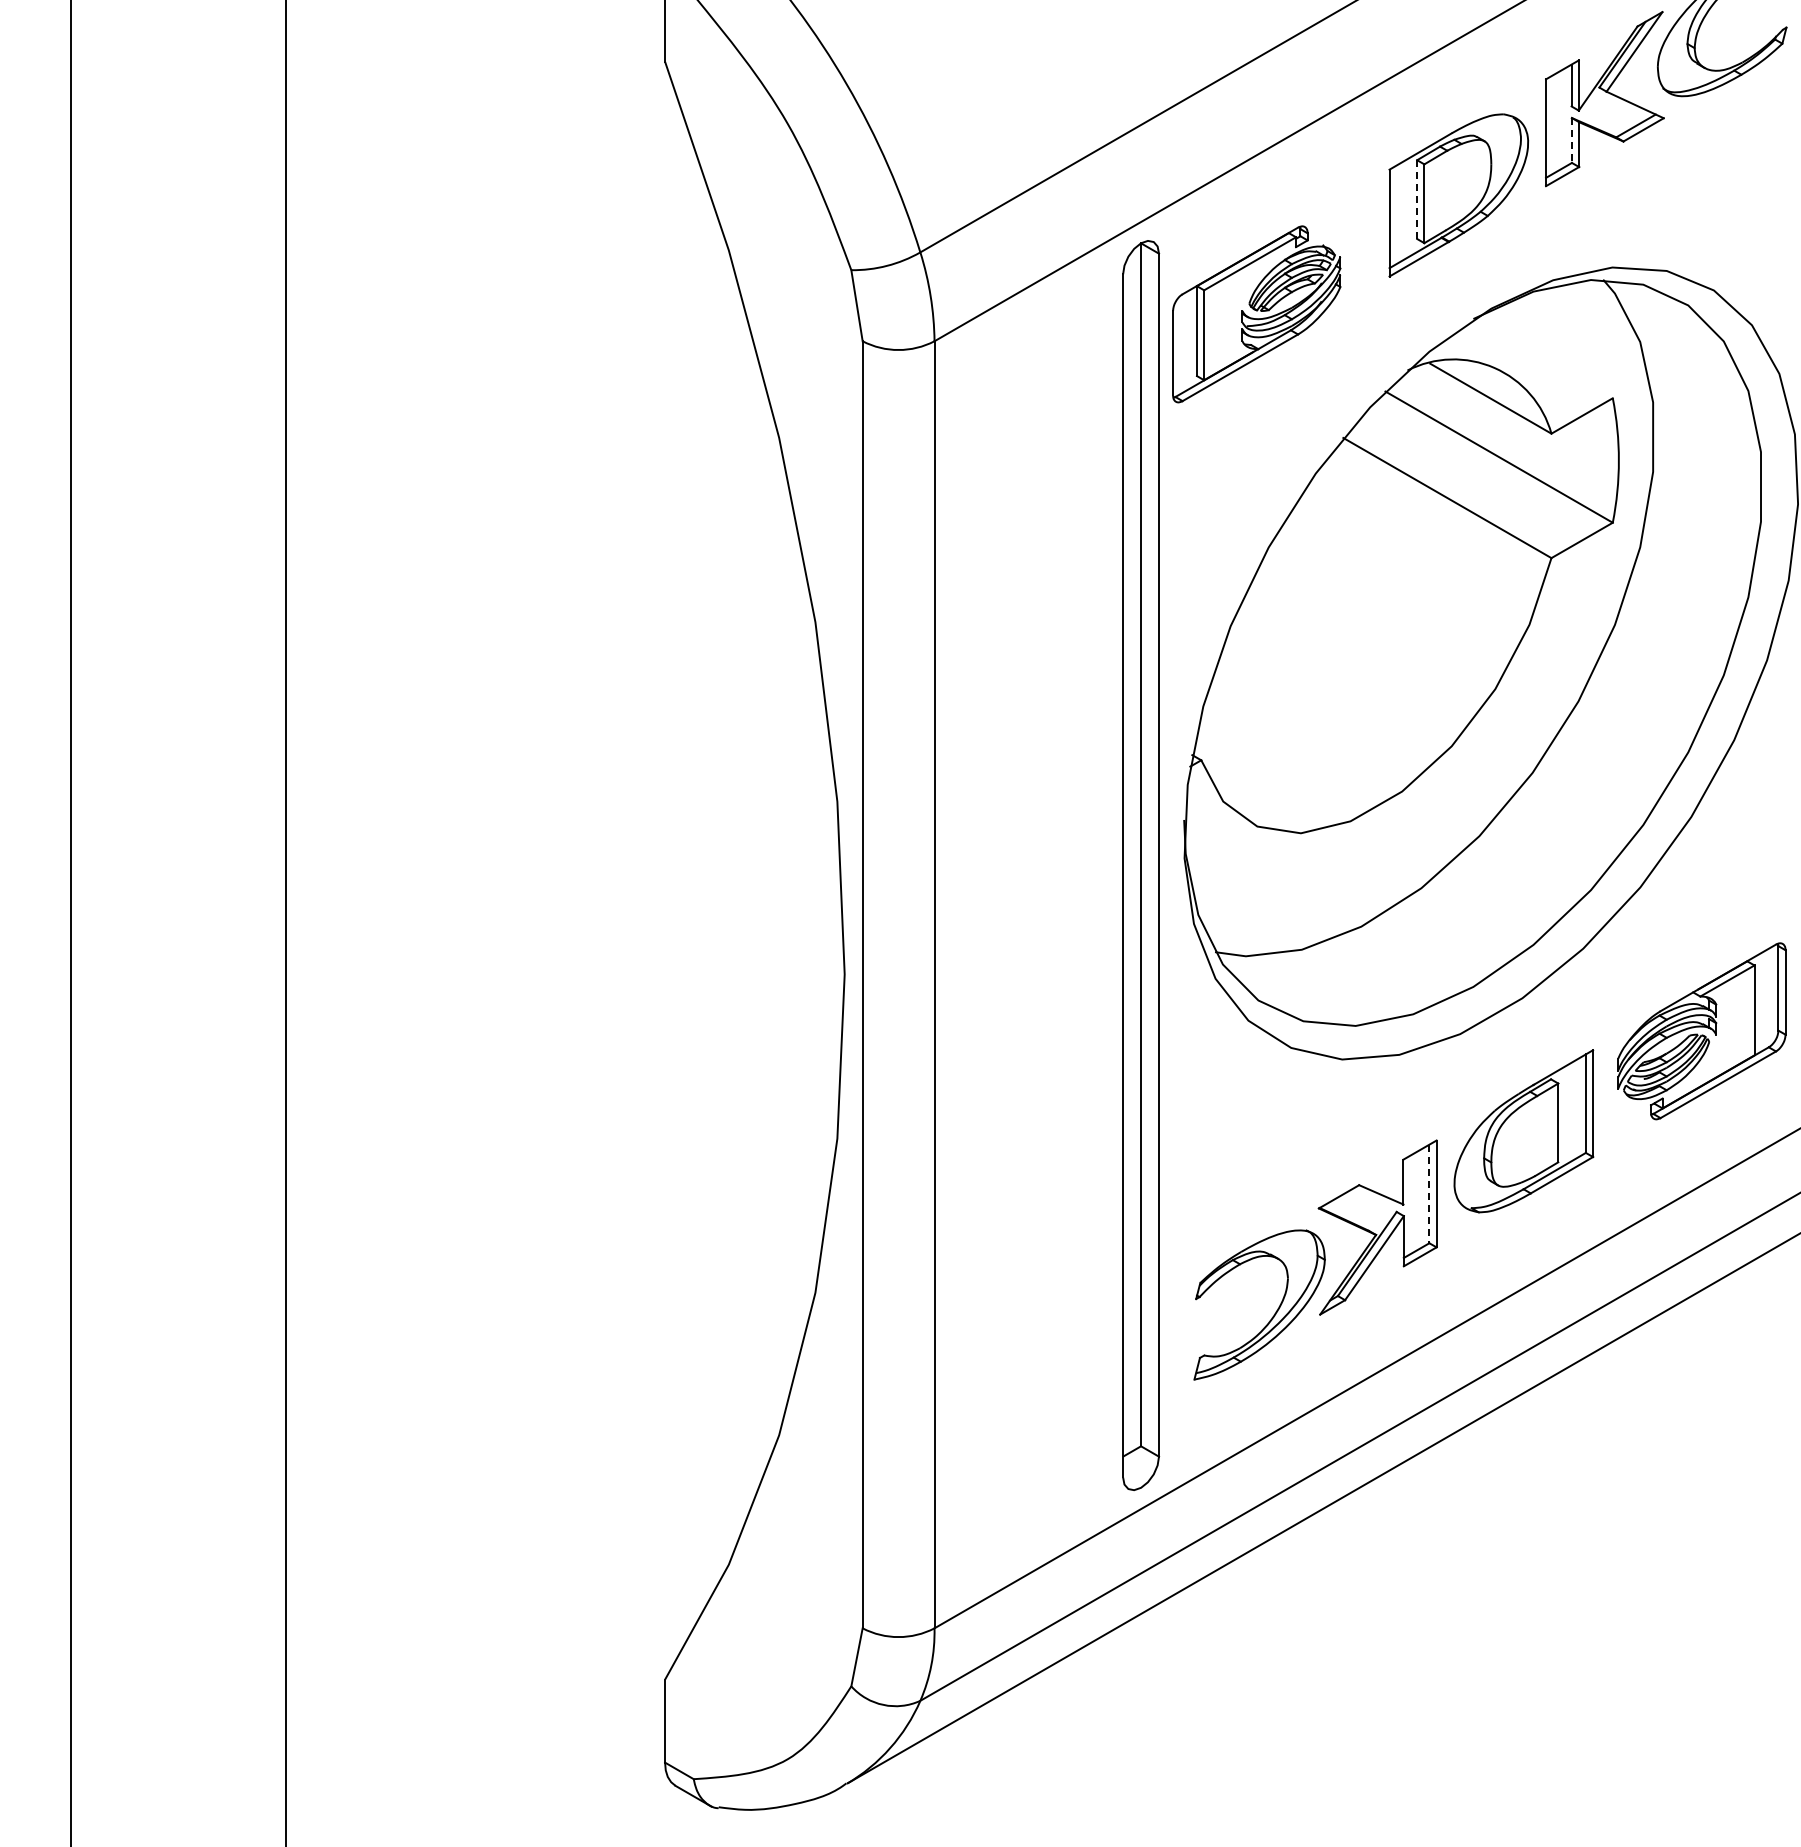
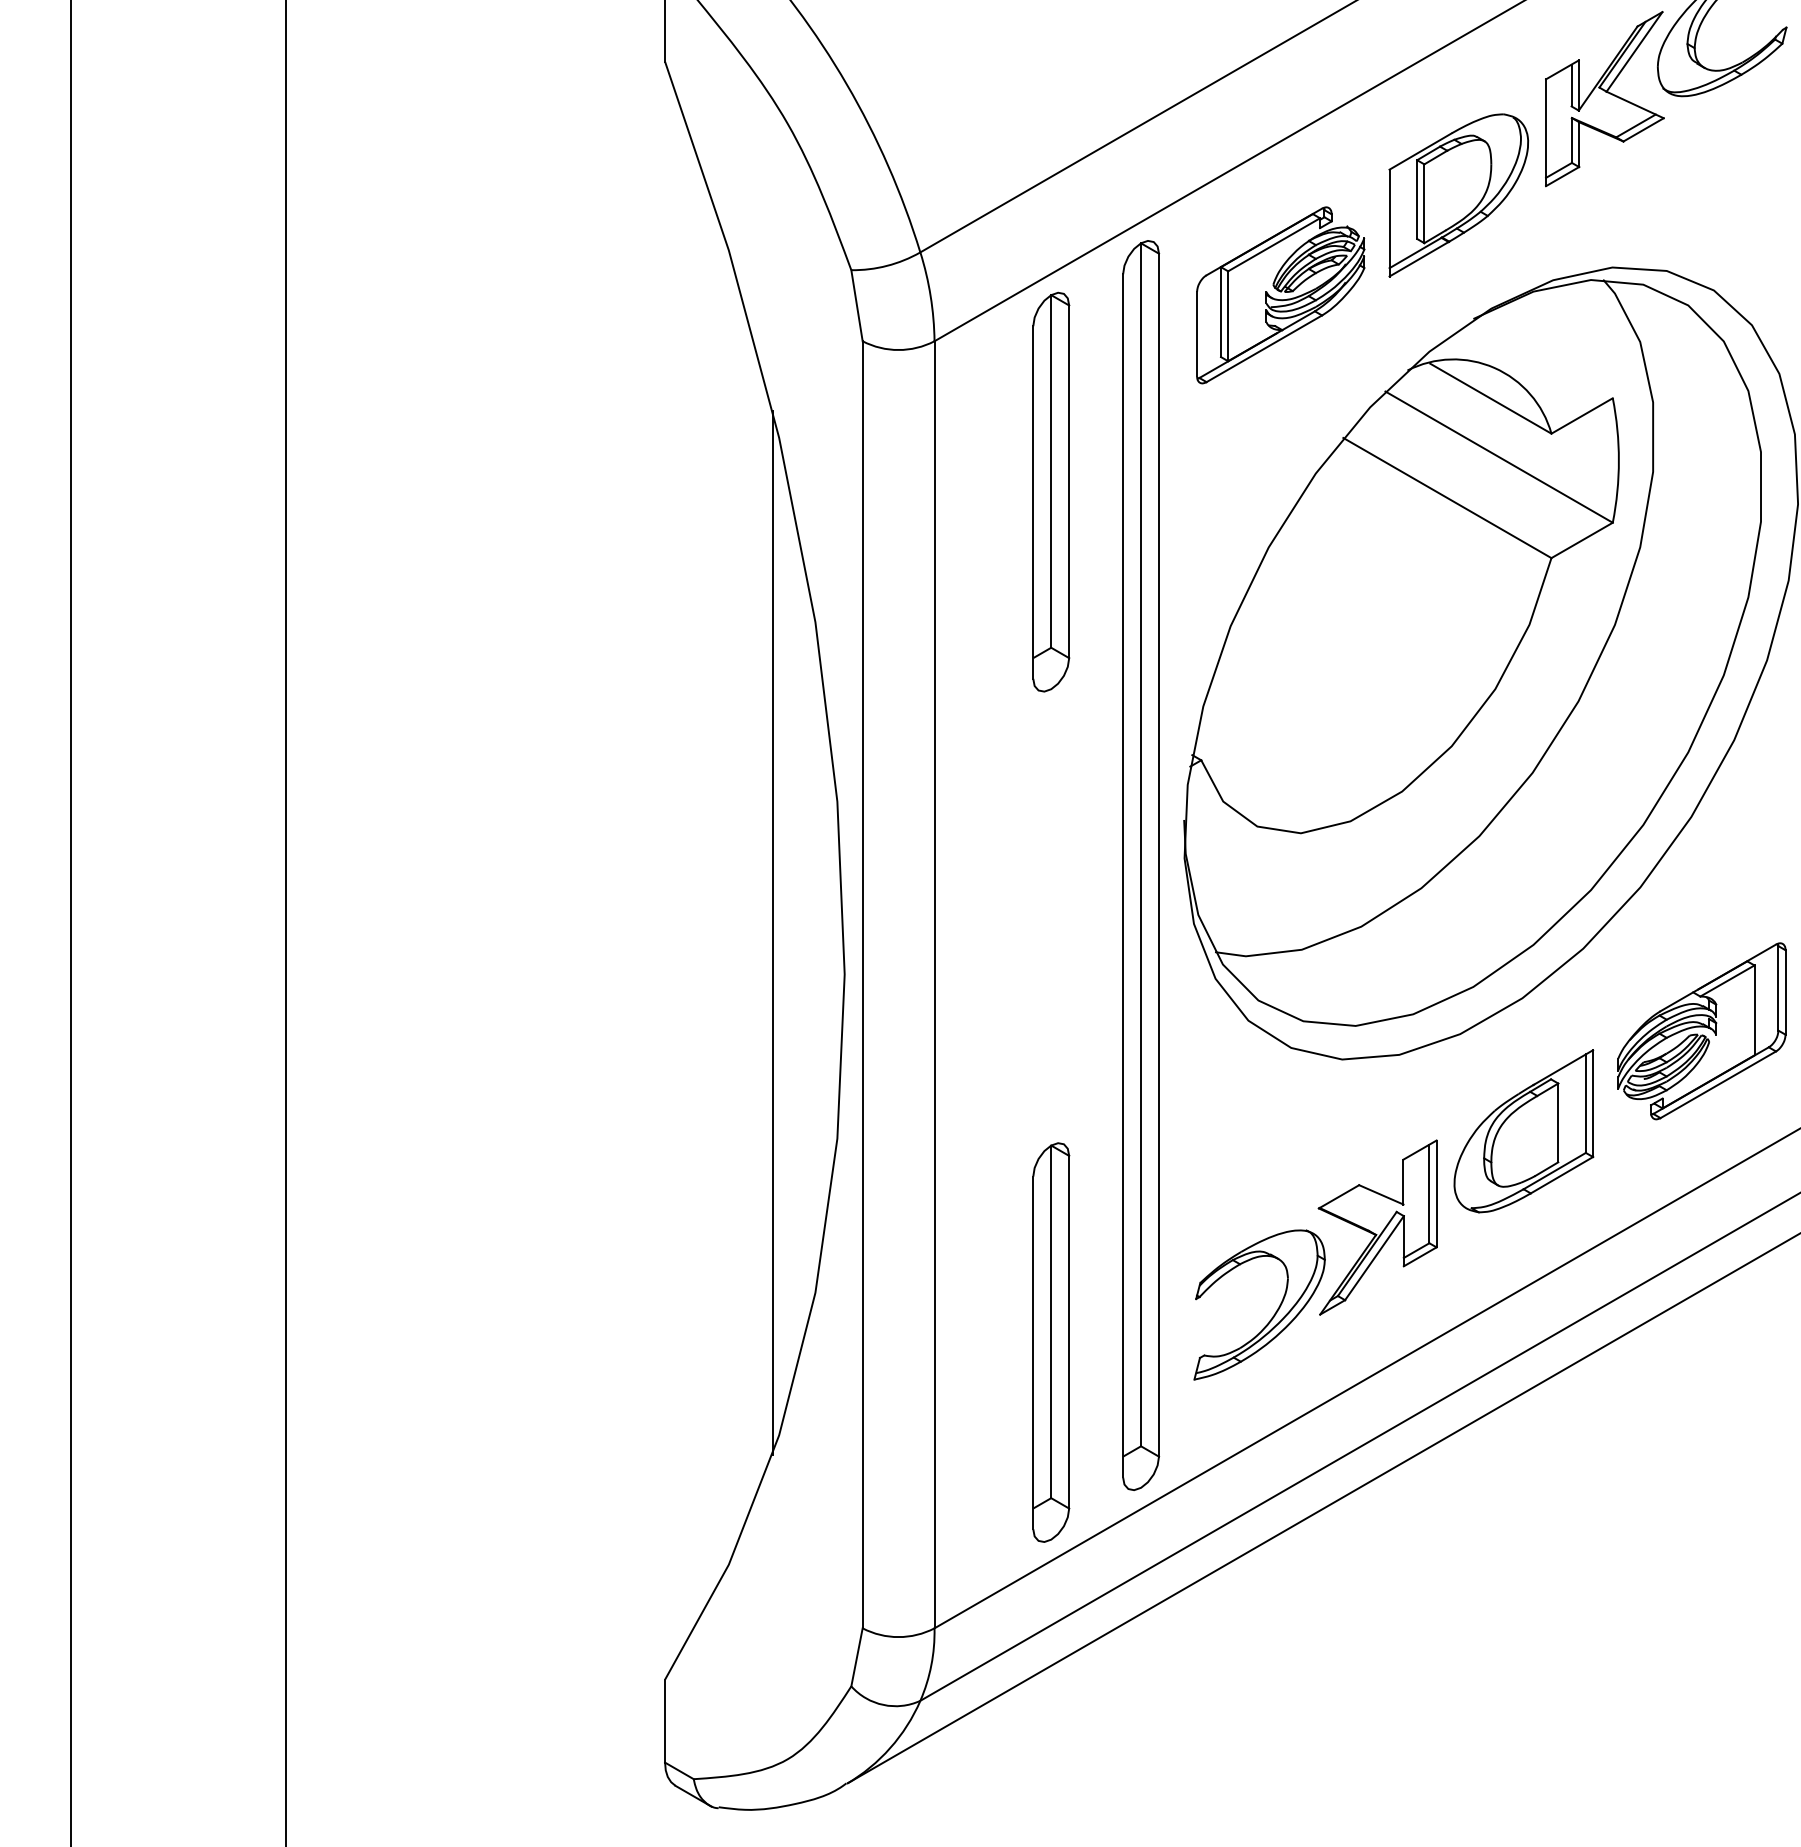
line at (1571, 141): dashed -> solid
line at (1417, 199): dashed -> solid
part at (1256, 314) position: (1256, 314) -> (1280, 295)
part at (1051, 491): none -> present
line at (772, 932): none -> present
line at (1429, 1194): dashed -> solid
part at (1051, 1342): none -> present
